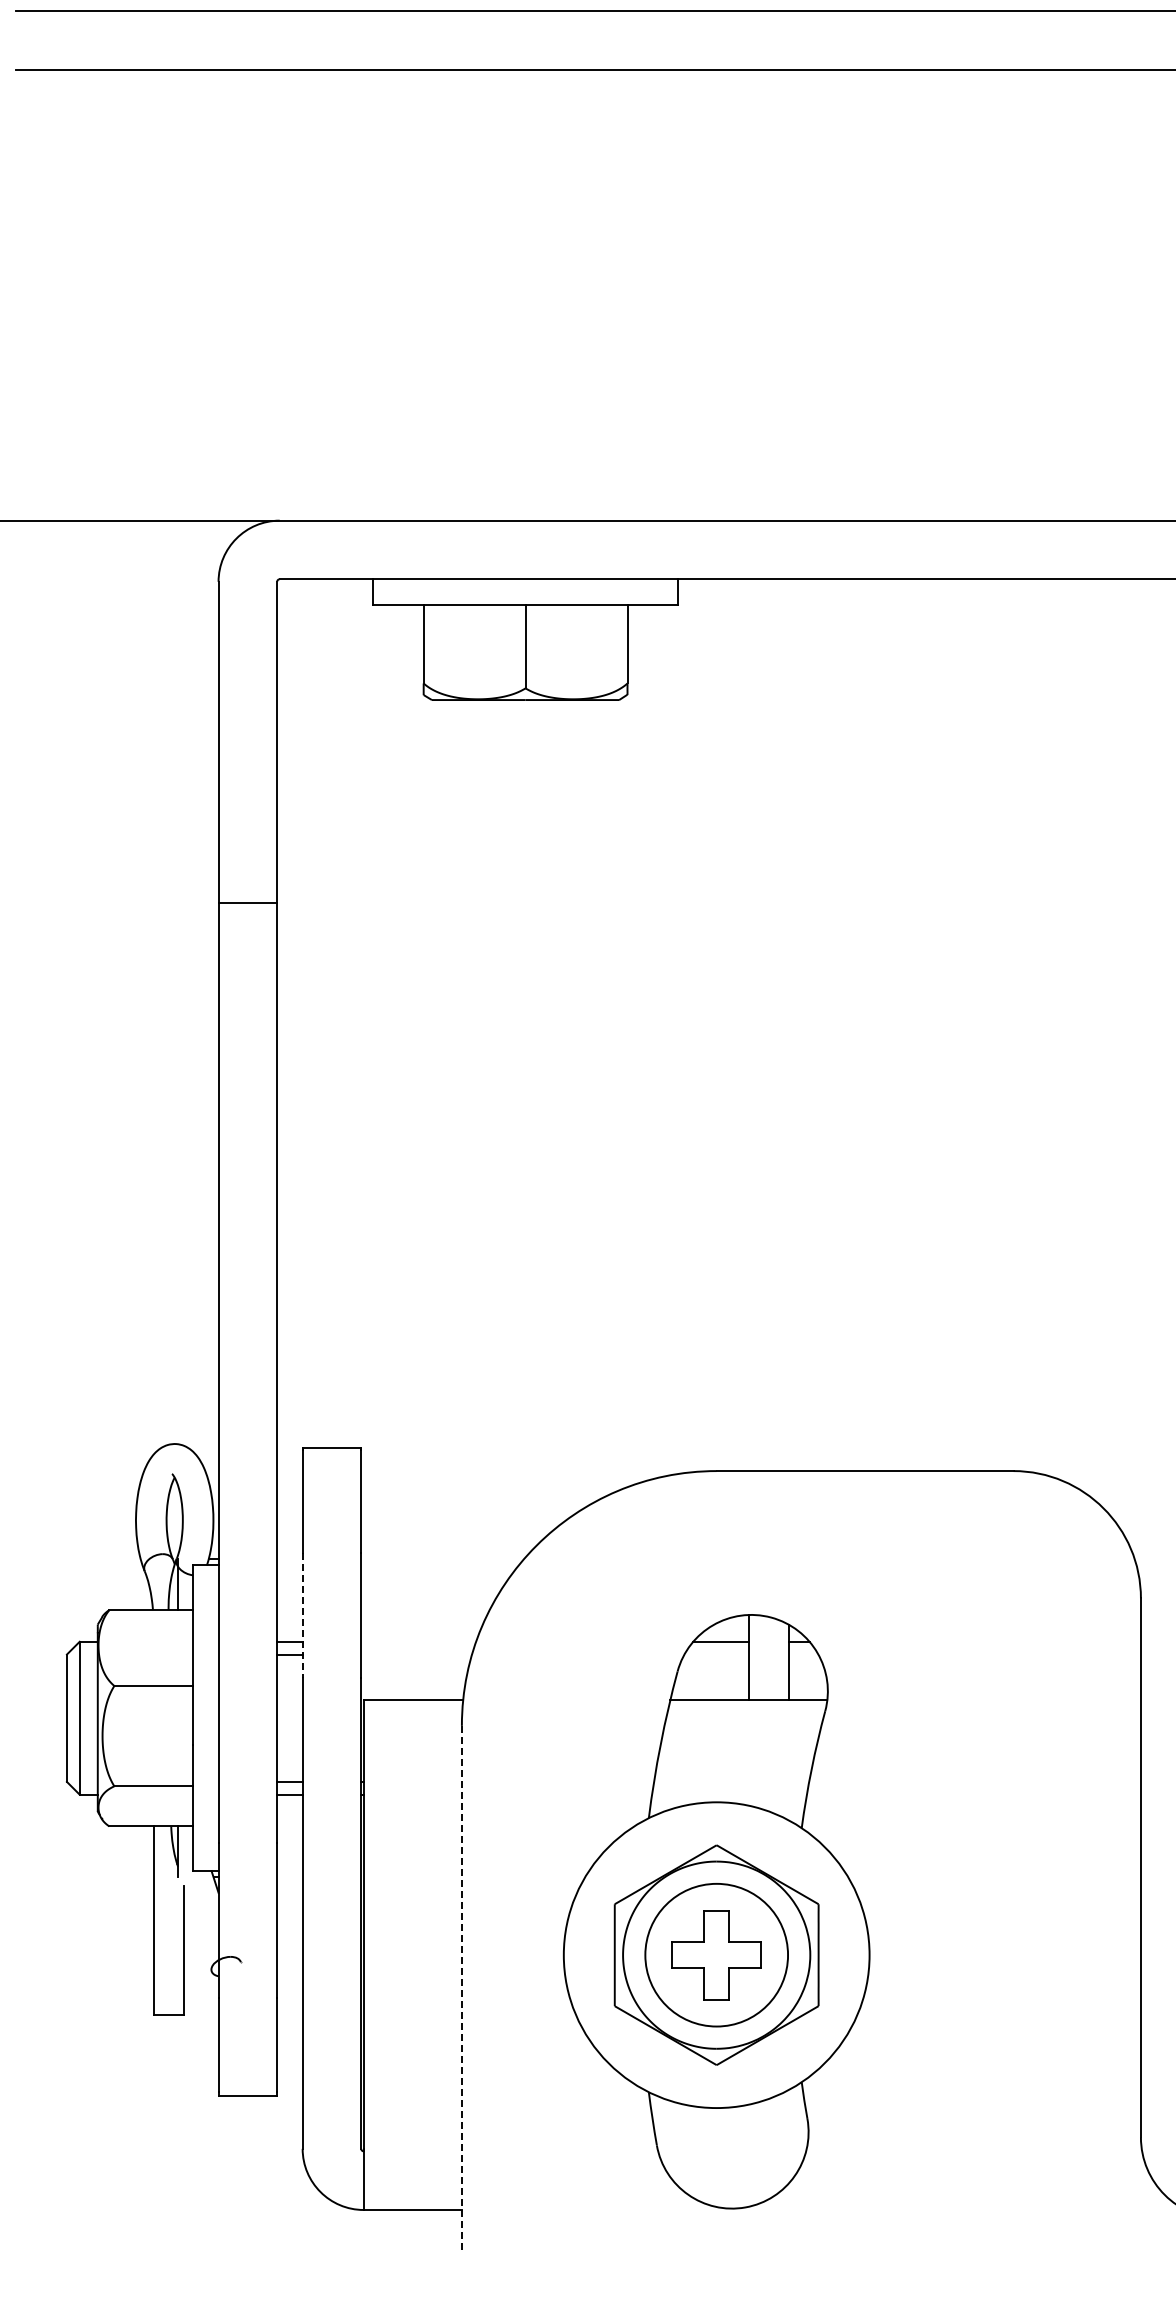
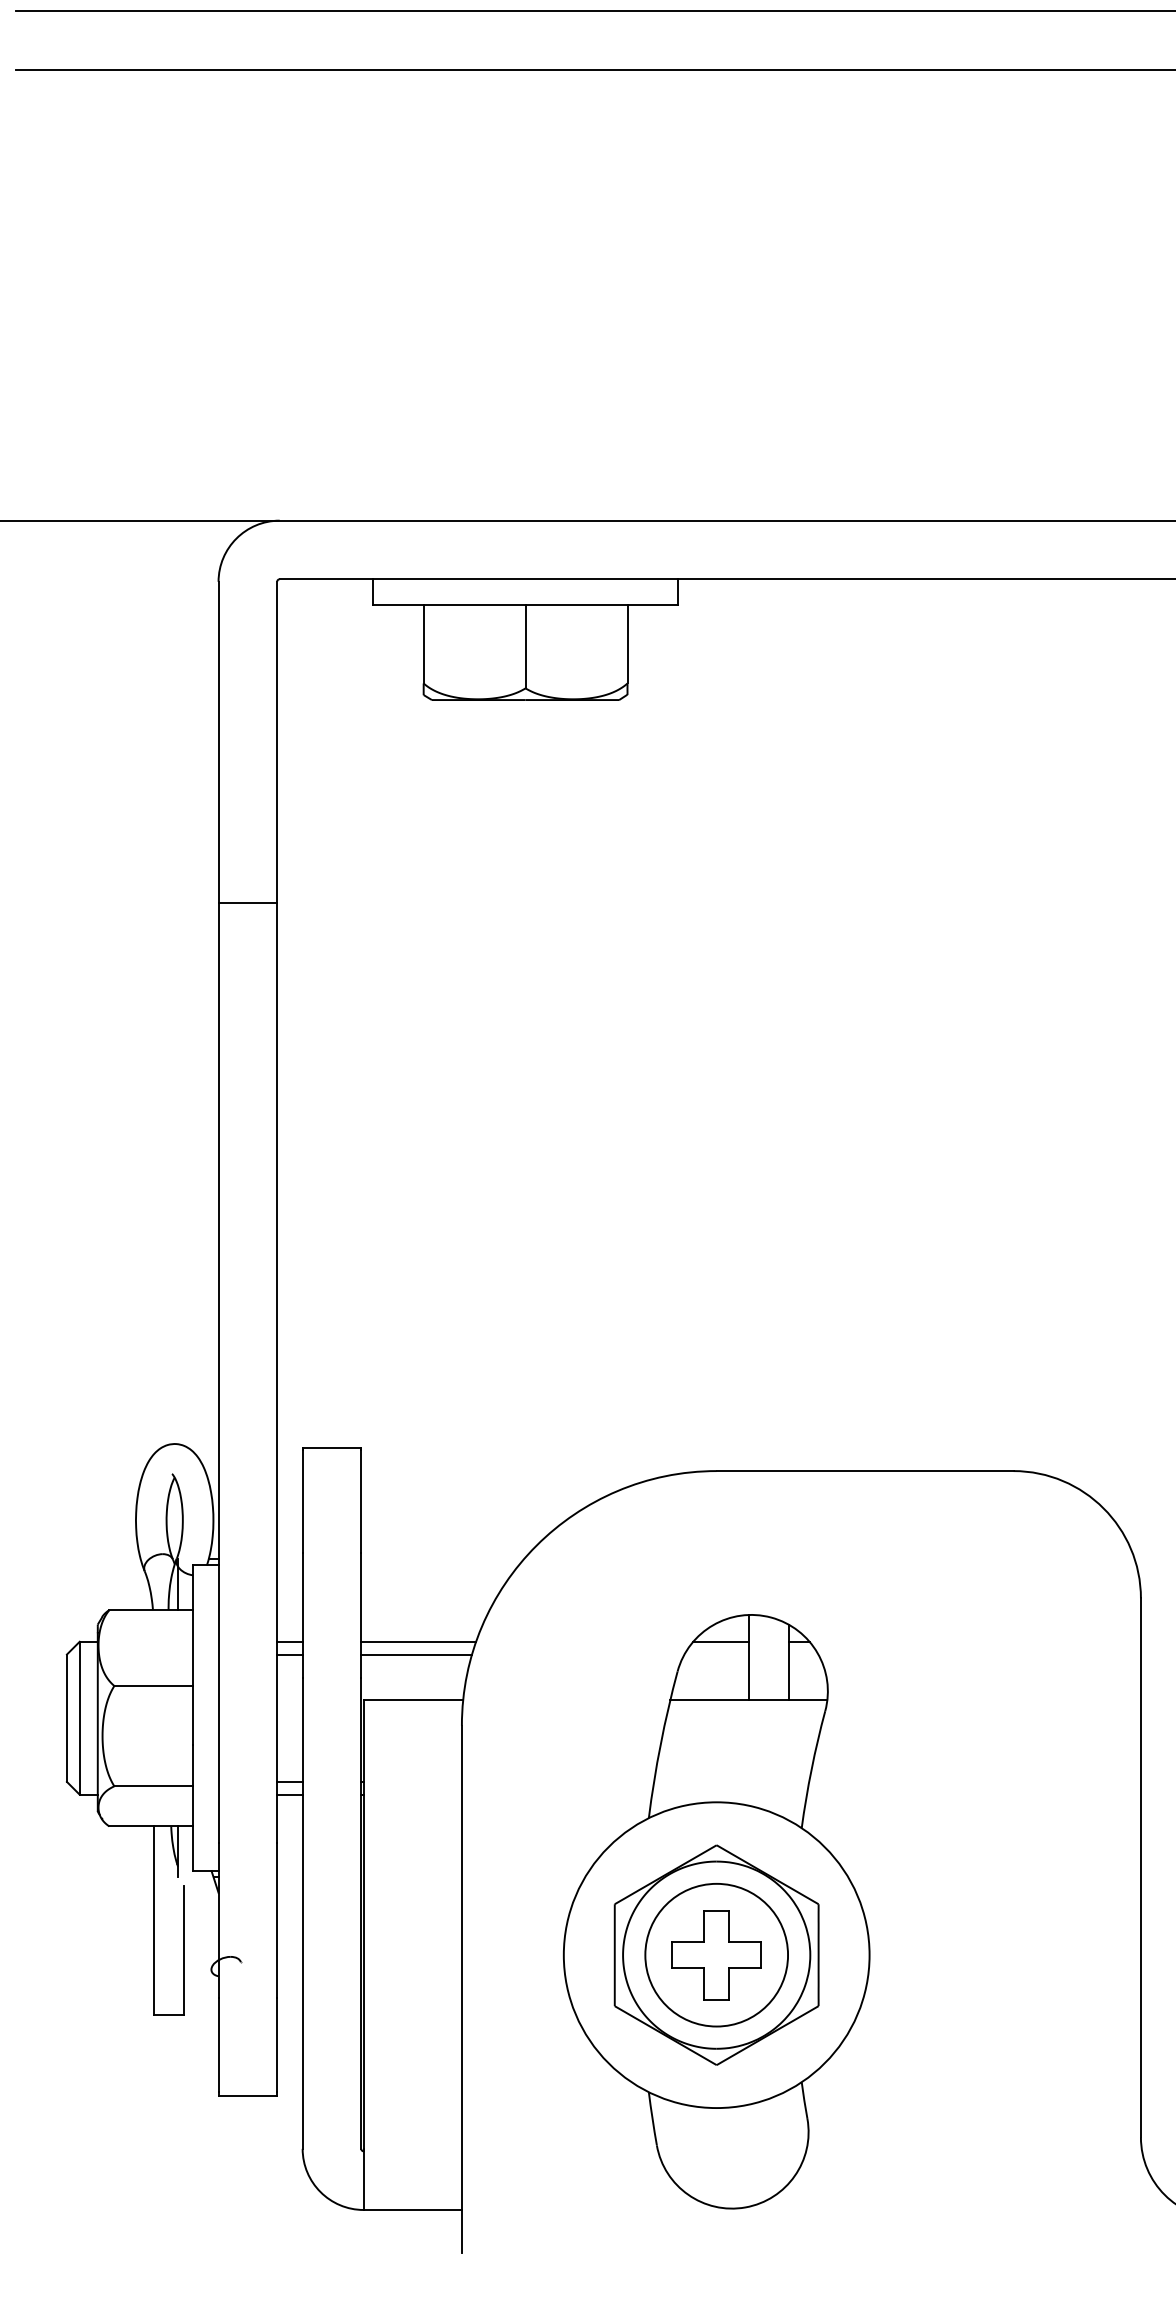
line at (302, 1615): dashed -> solid
line at (418, 1641): none -> present
line at (416, 1654): none -> present
line at (461, 1989): dashed -> solid
